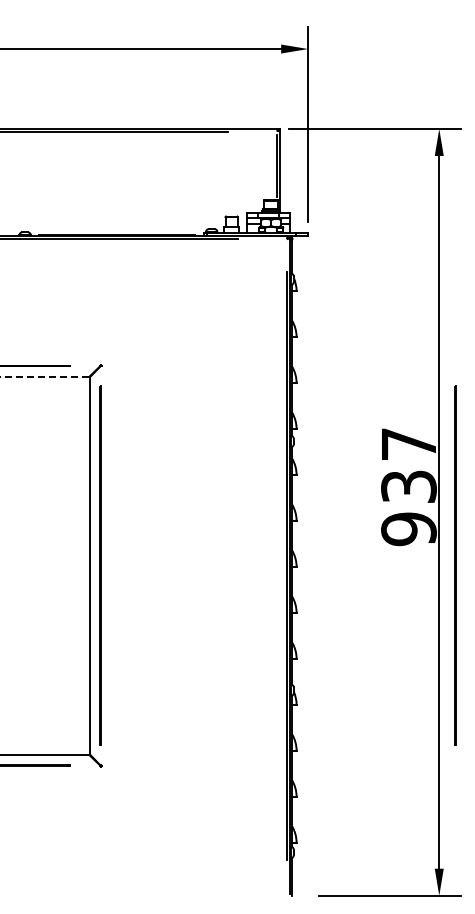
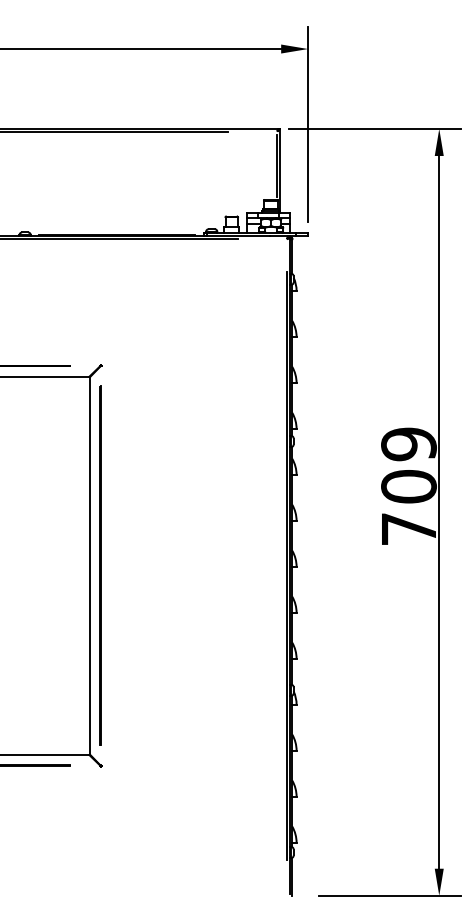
line at (44, 376): dashed -> solid
text at (408, 486): 937 -> 709
line at (455, 565): present -> none
